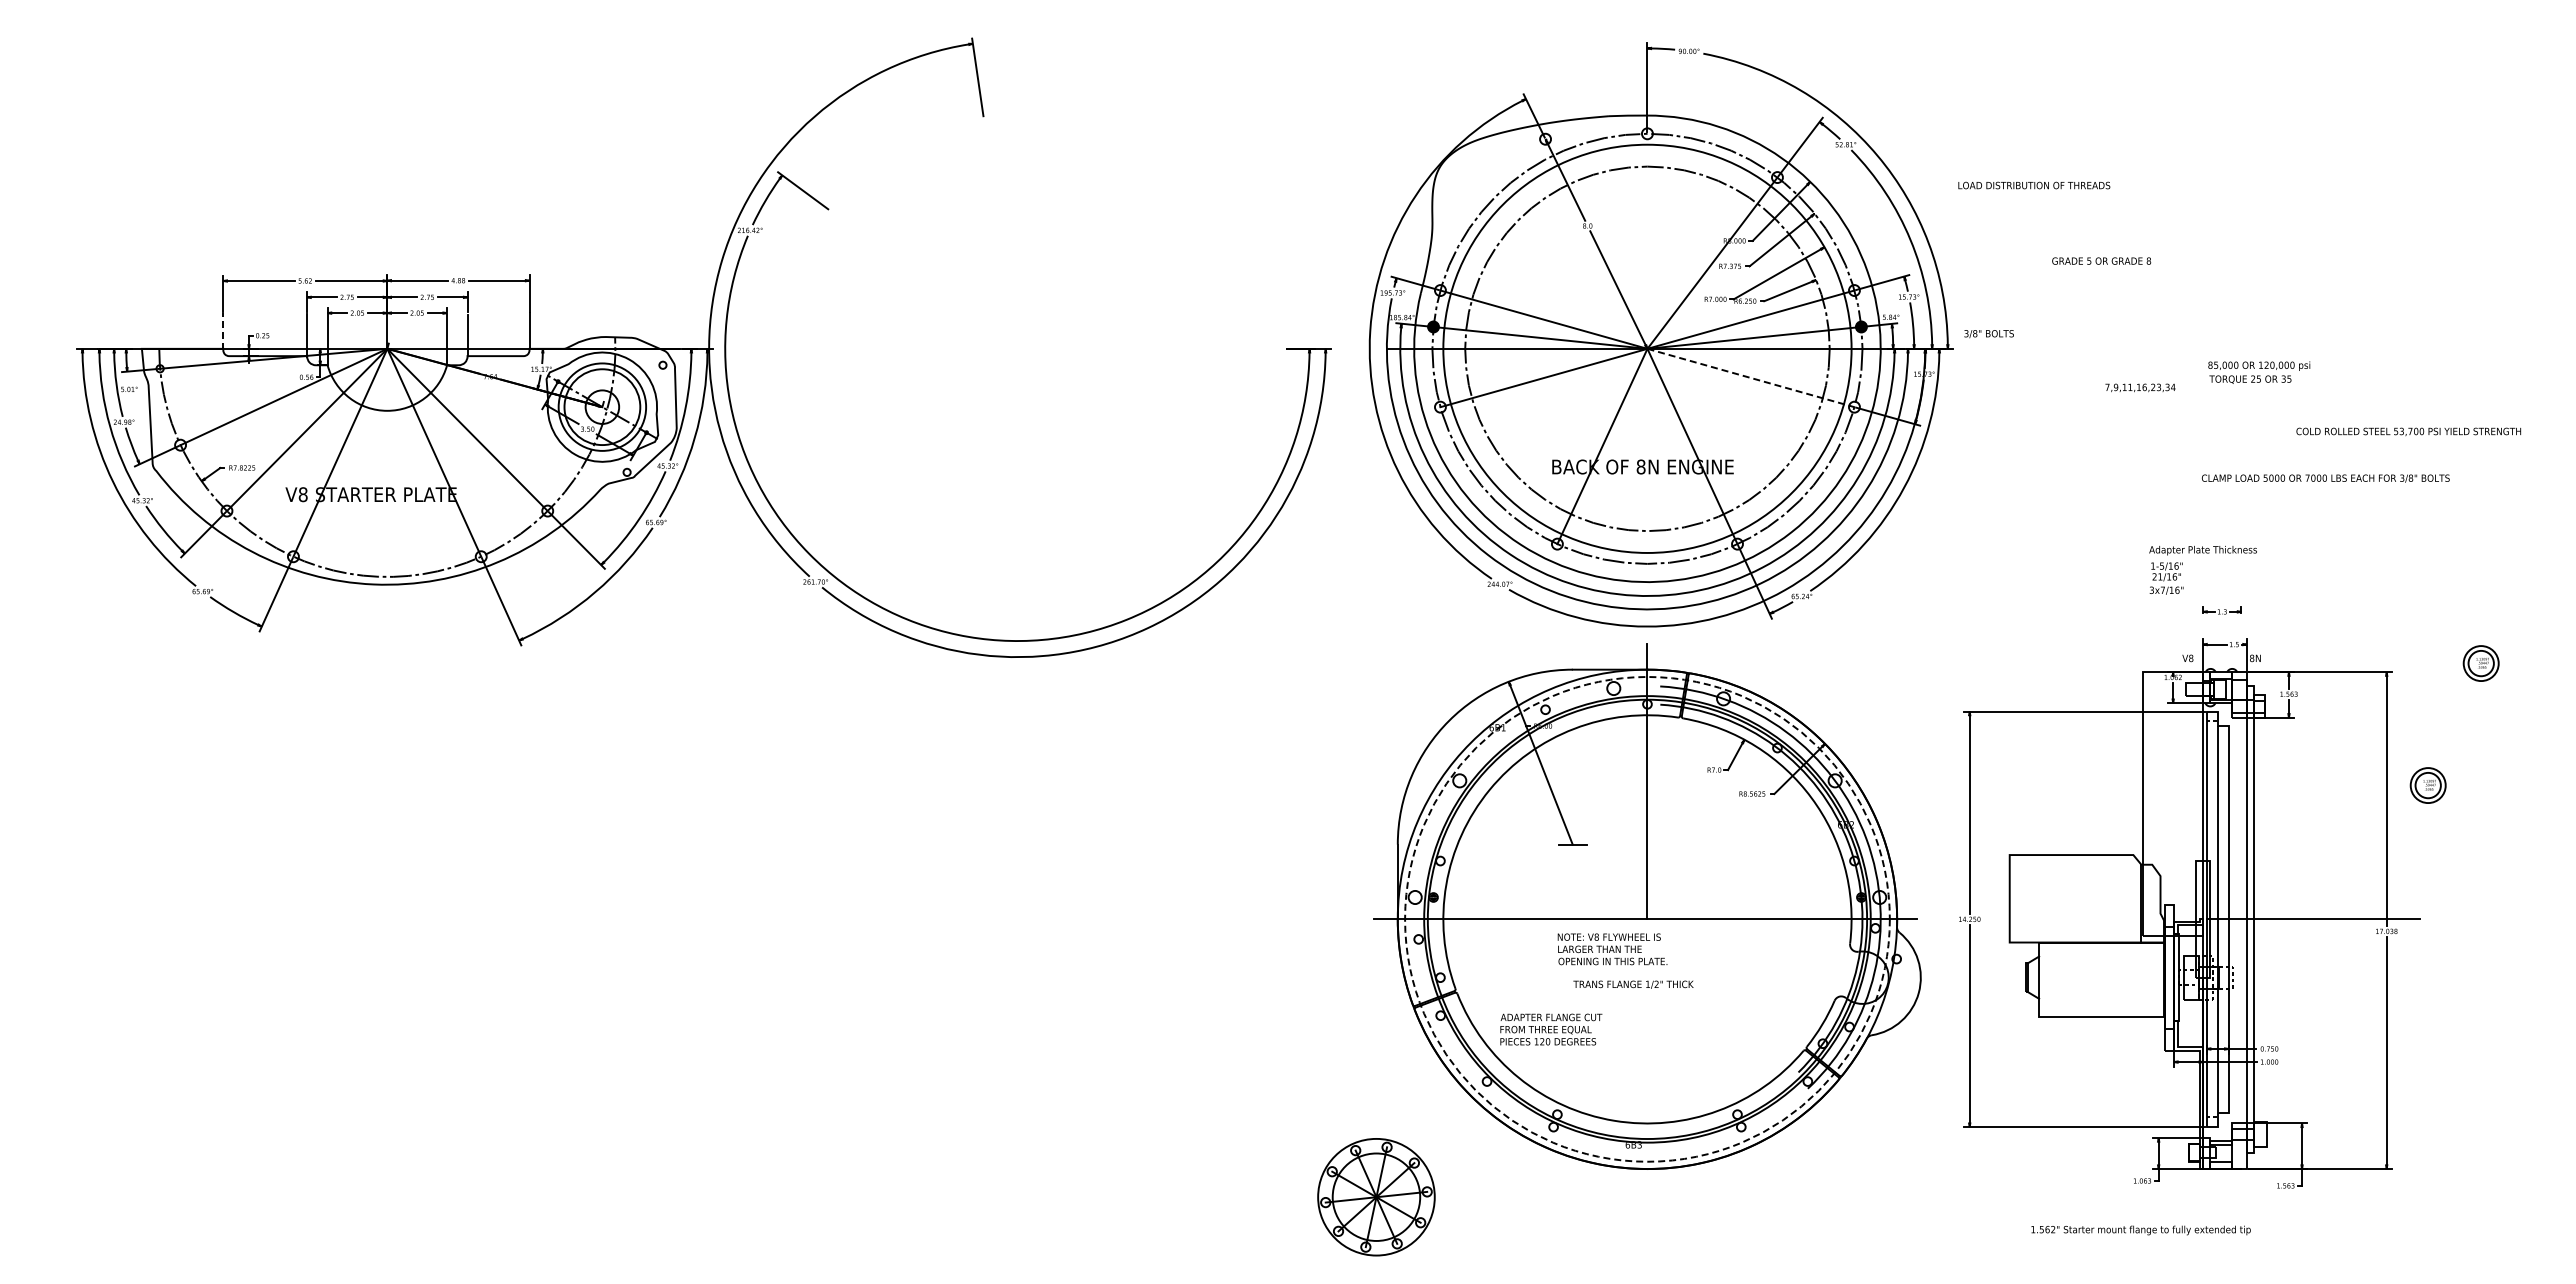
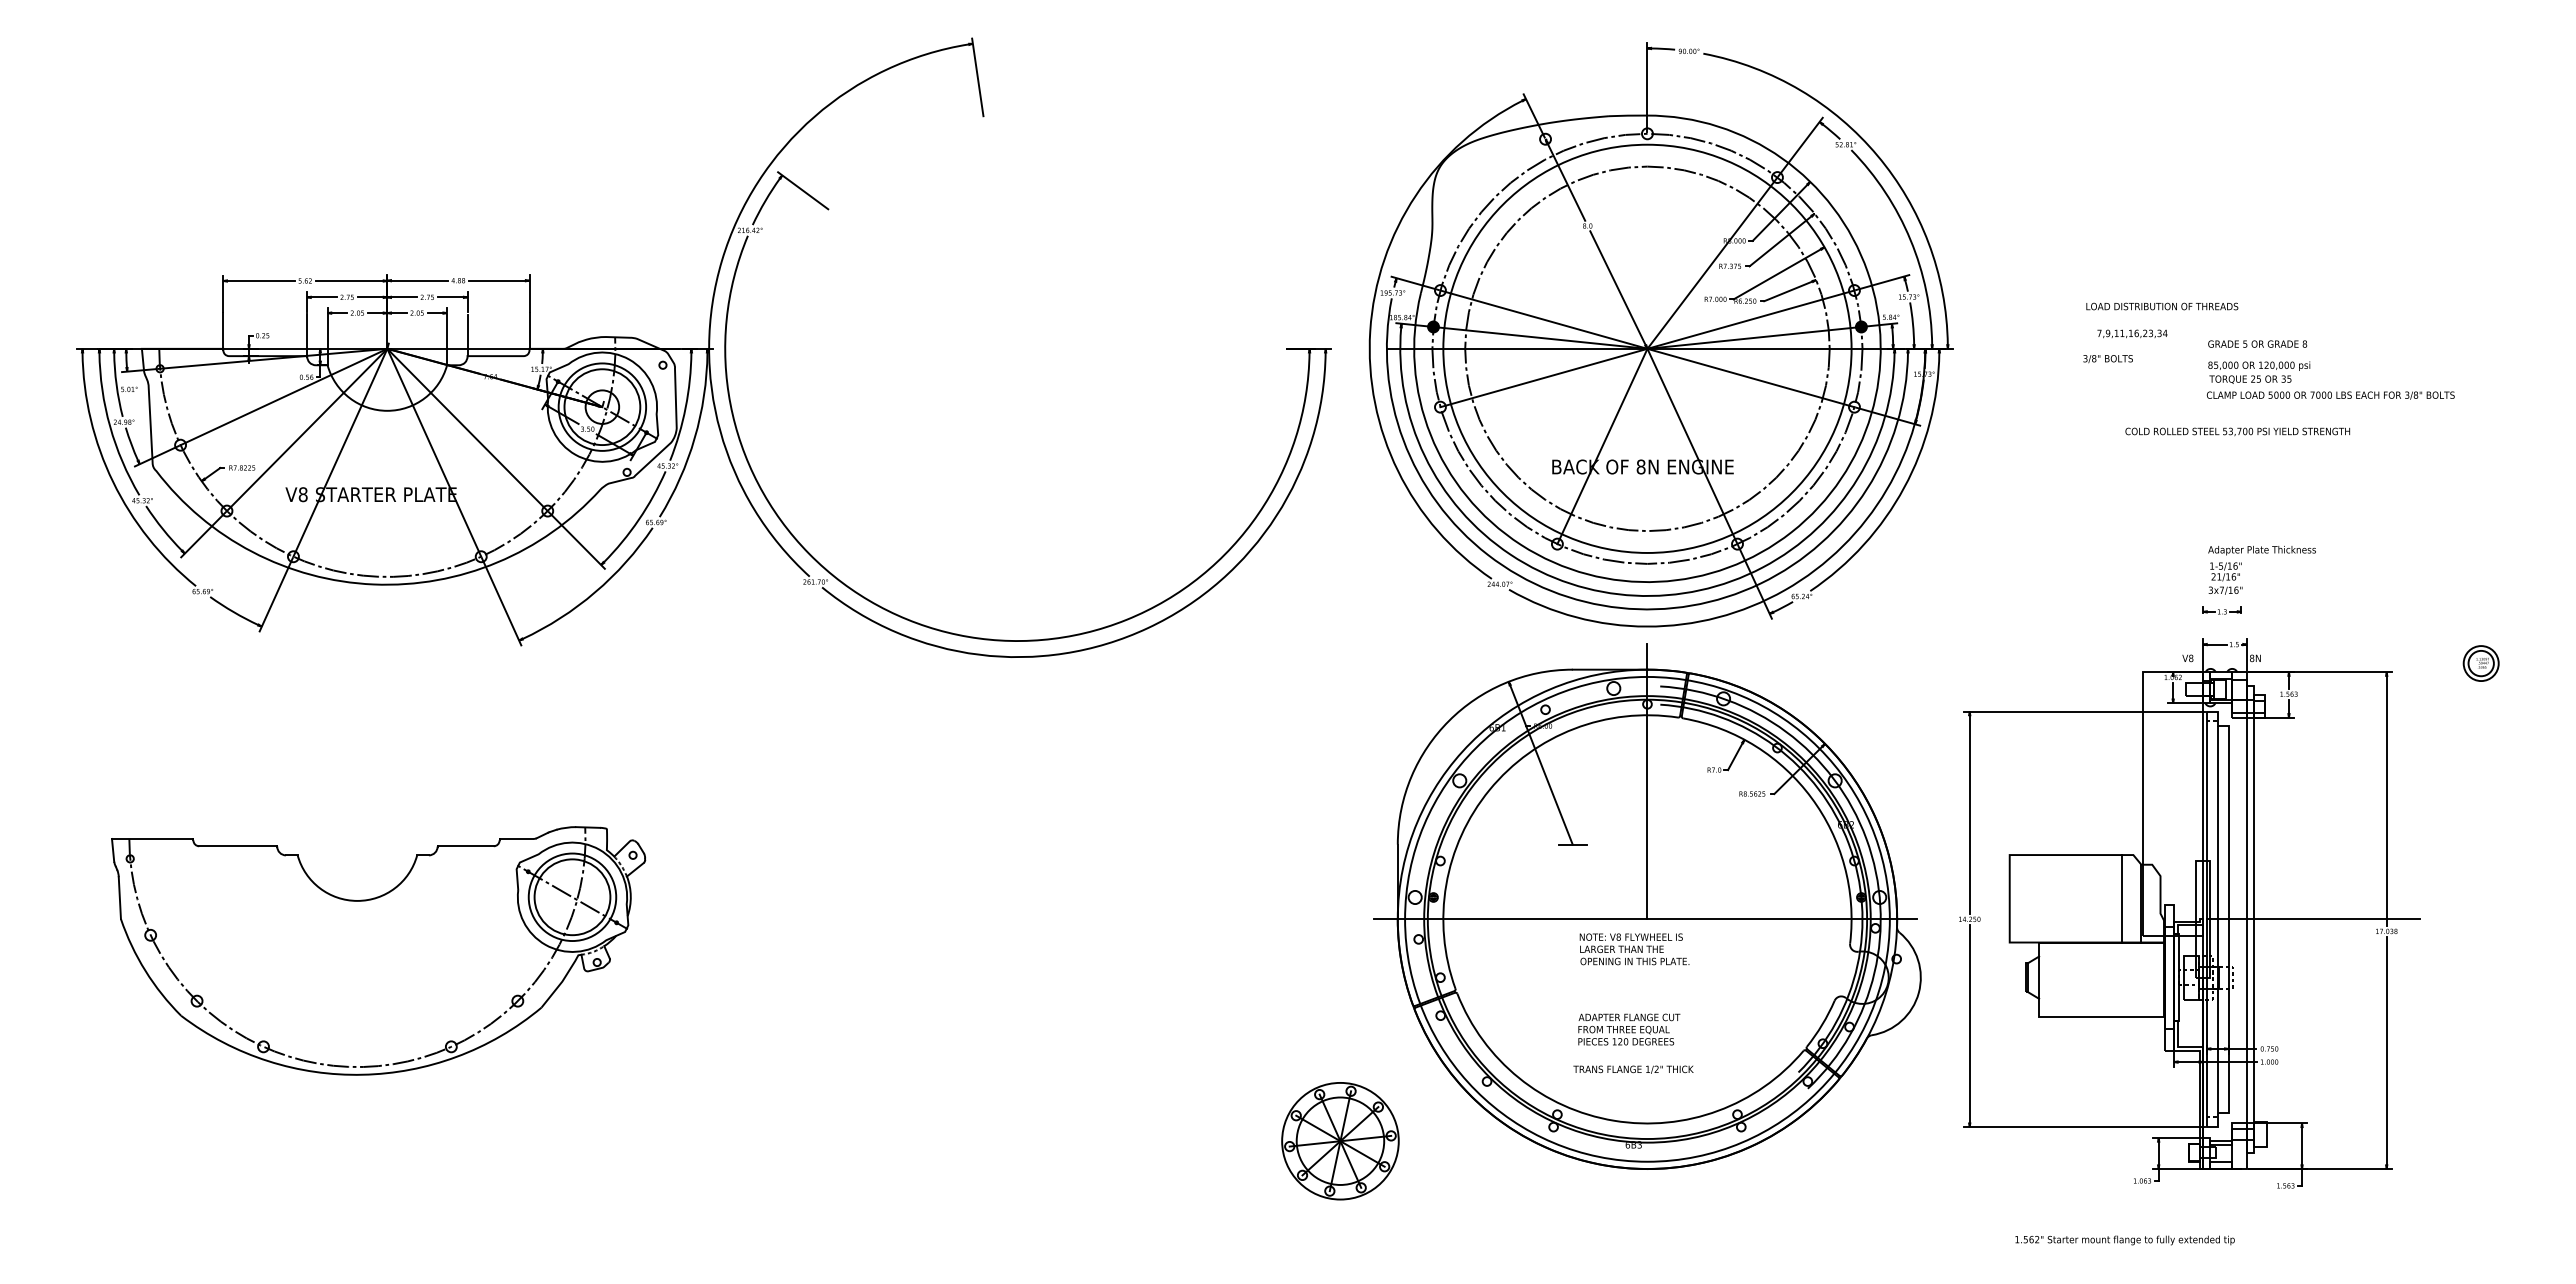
text at (2034, 185) position: (2034, 185) -> (2162, 306)
text at (2101, 260) position: (2101, 260) -> (2257, 343)
line at (223, 331): dashed -> solid
text at (1988, 334) position: (1988, 334) -> (2107, 359)
line at (1750, 378): dashed -> solid
text at (2140, 387) position: (2140, 387) -> (2132, 333)
text at (2408, 431) position: (2408, 431) -> (2237, 431)
text at (2325, 478) position: (2325, 478) -> (2330, 395)
text at (2202, 570) position: (2202, 570) -> (2261, 570)
part at (2427, 785): present -> none
line at (2122, 898): none -> present
circle at (1647, 918): dashed -> solid
text at (1612, 949) position: (1612, 949) -> (1634, 949)
part at (378, 950): none -> present
text at (1633, 984) position: (1633, 984) -> (1633, 1069)
text at (1551, 1029) position: (1551, 1029) -> (1629, 1029)
part at (1376, 1197) position: (1376, 1197) -> (1340, 1141)
text at (2140, 1230) position: (2140, 1230) -> (2124, 1240)
